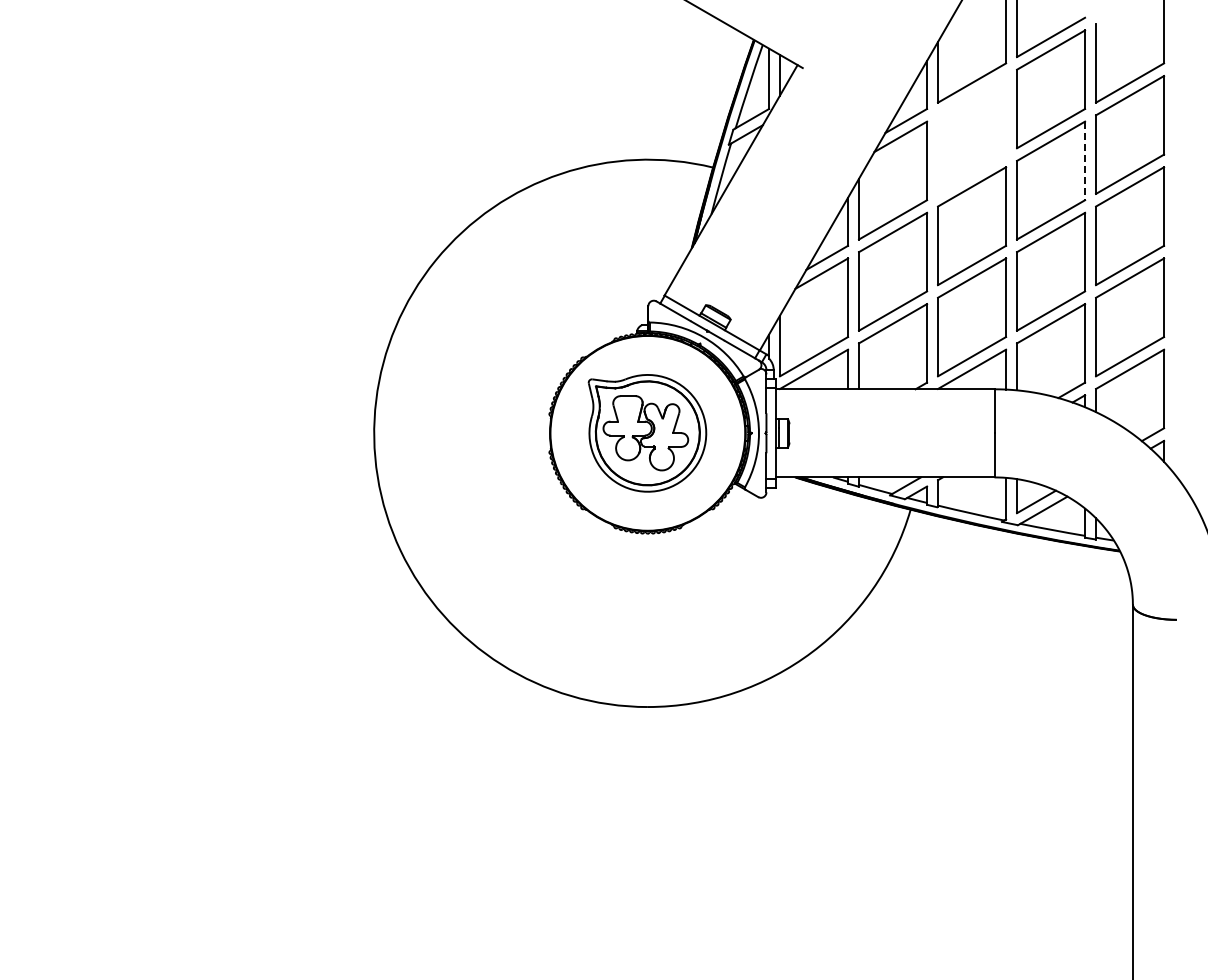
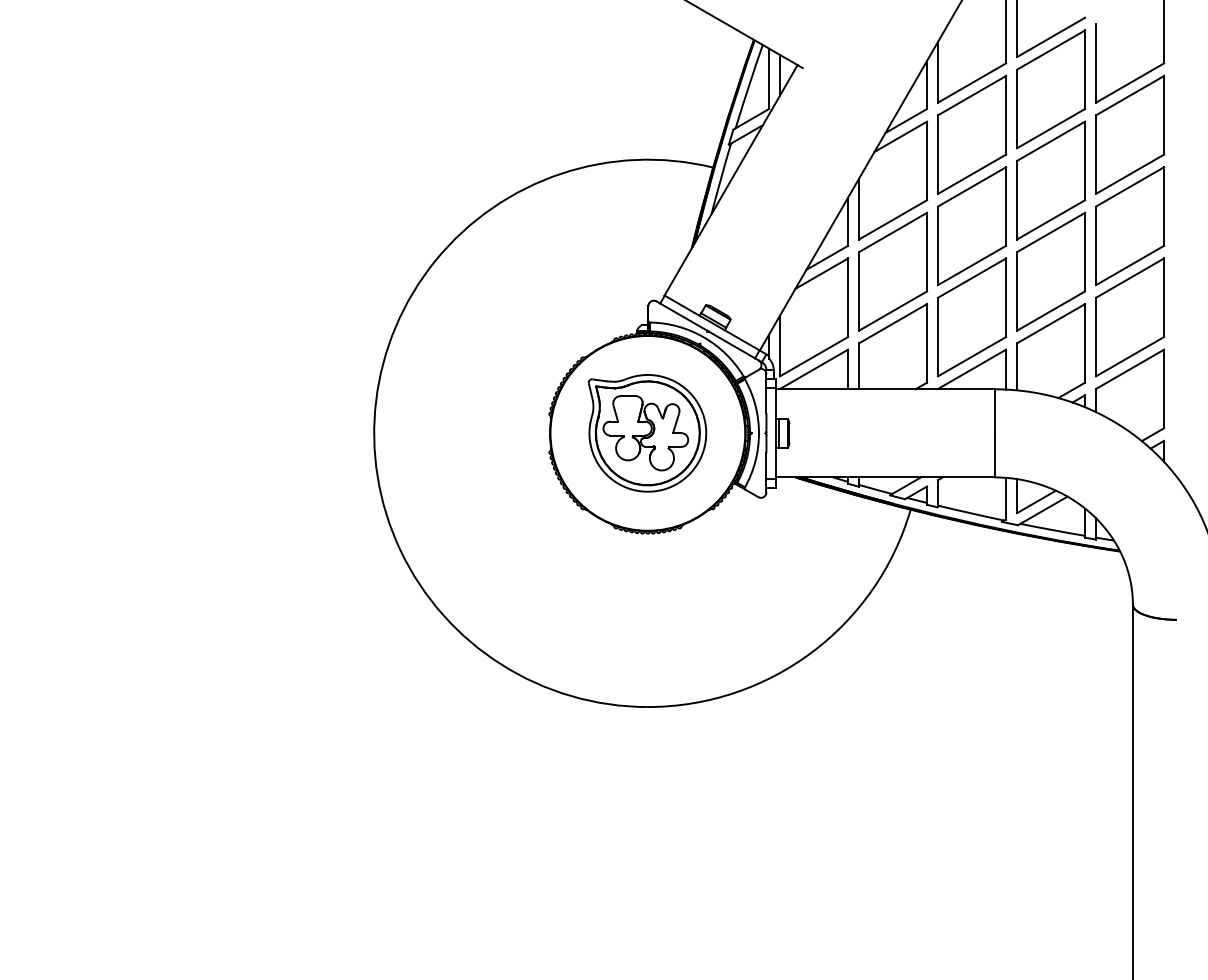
part at (972, 134): none -> present
line at (1085, 161): dashed -> solid
